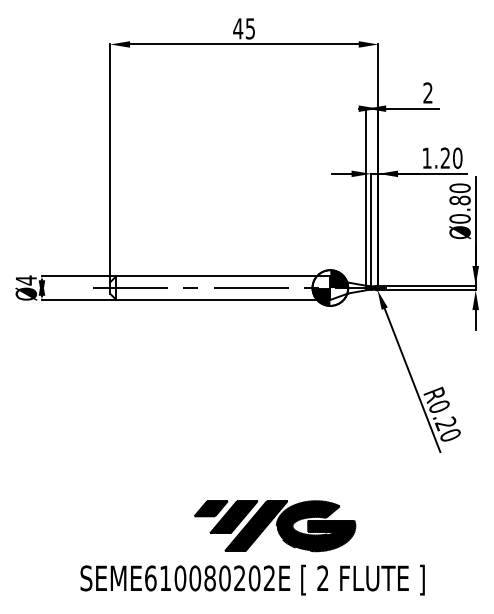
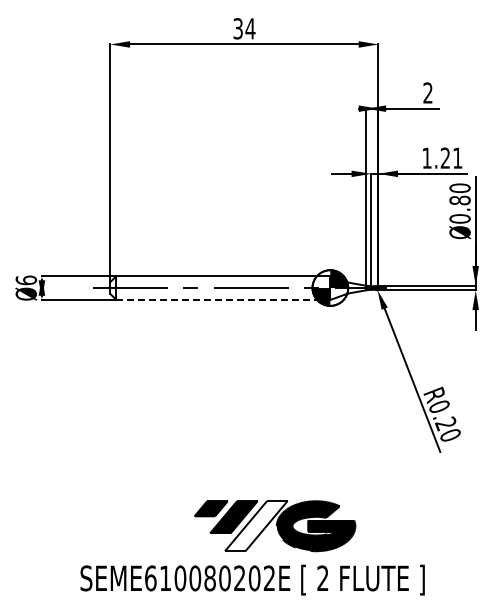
text at (244, 28): 45 -> 34
text at (457, 157): 1.20 -> 1.21
text at (26, 280): Ø4 -> Ø6
line at (223, 299): solid -> dashed
fill at (256, 526): present -> none
